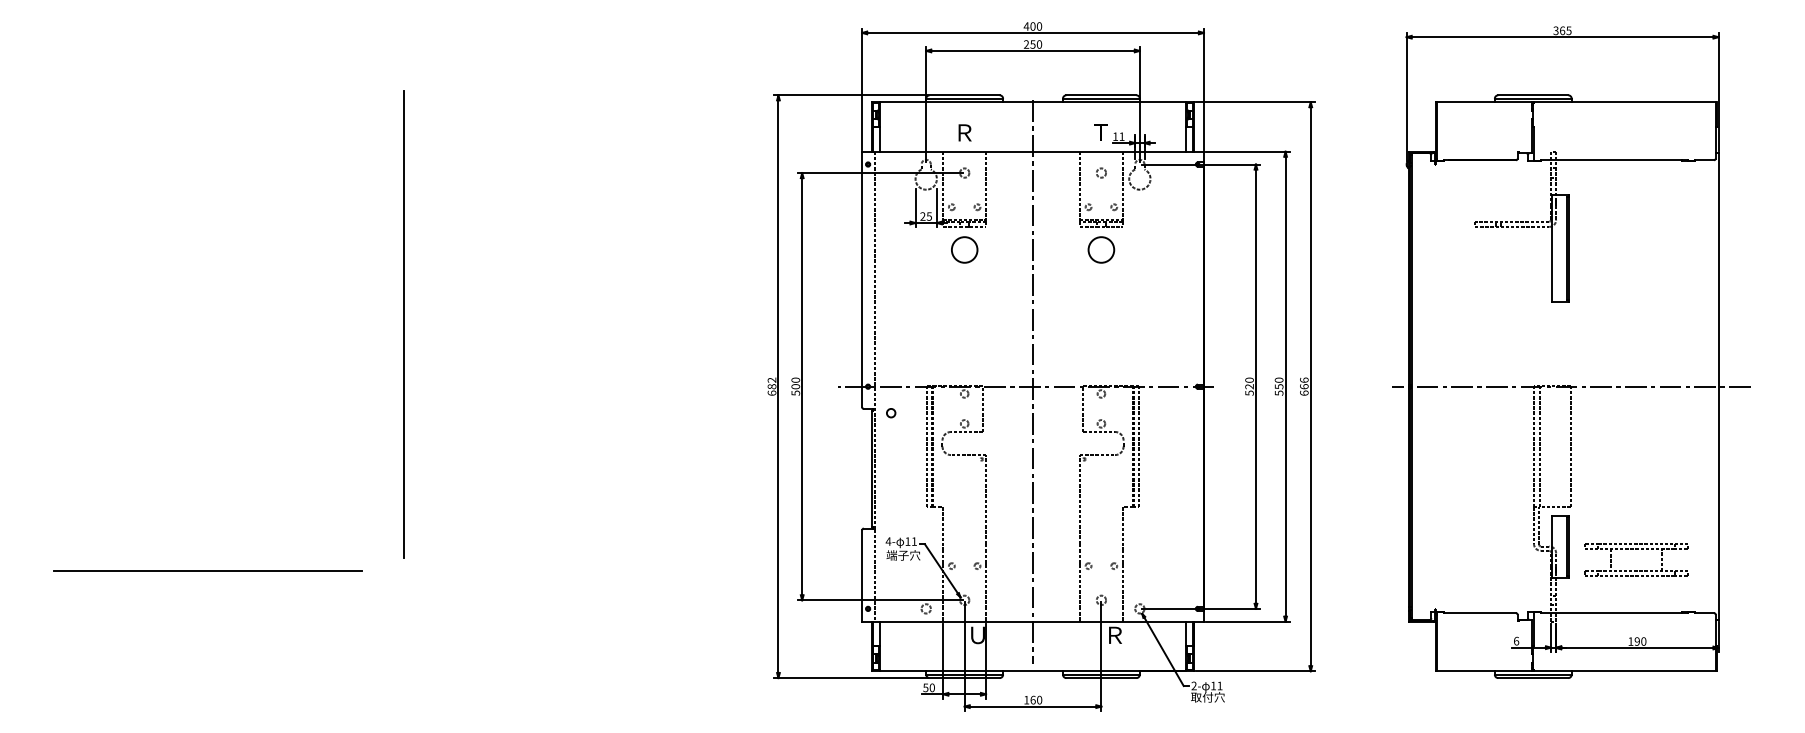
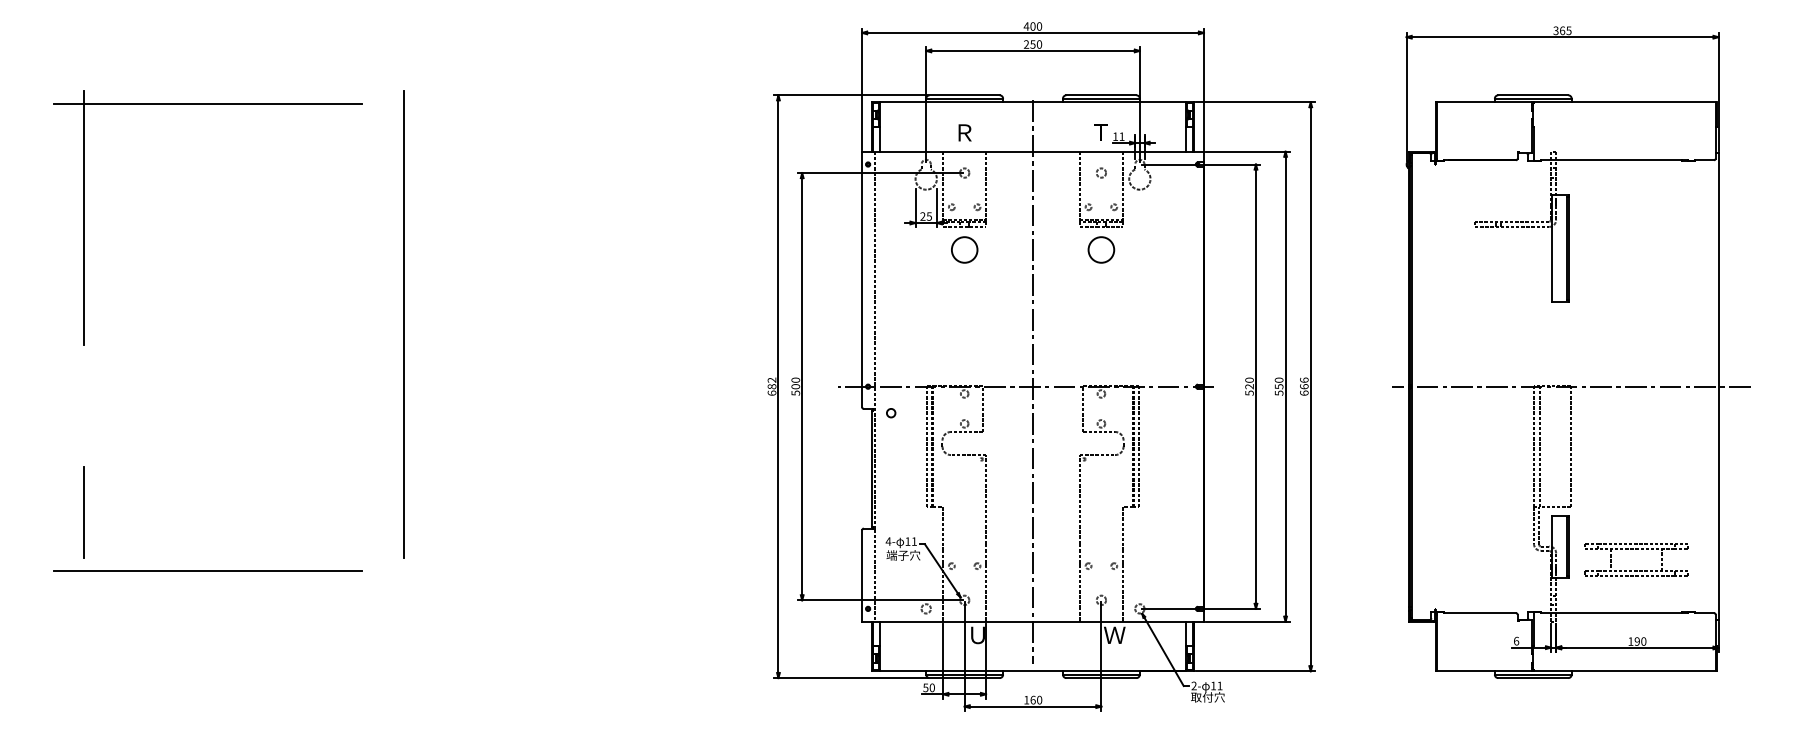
part at (207, 104): none -> present
line at (83, 512): none -> present
text at (1114, 634): Ｒ -> Ｗ
